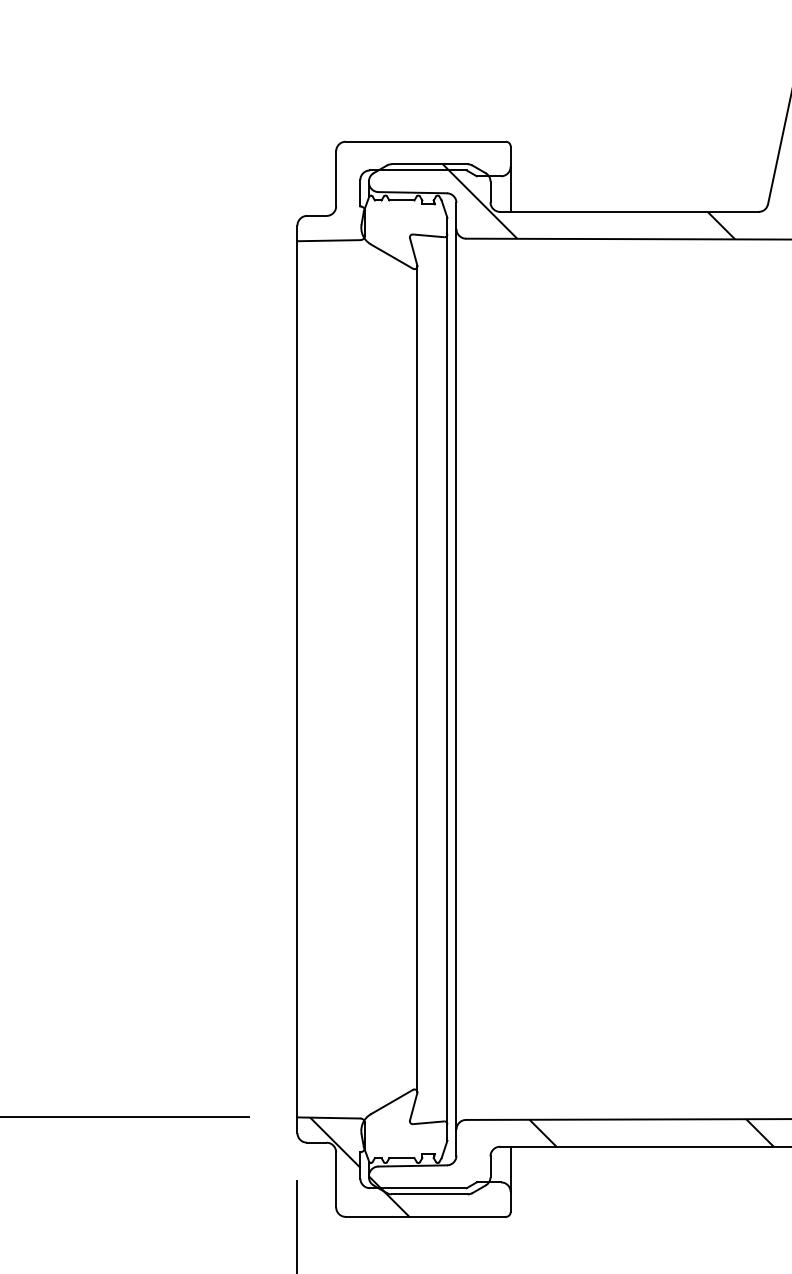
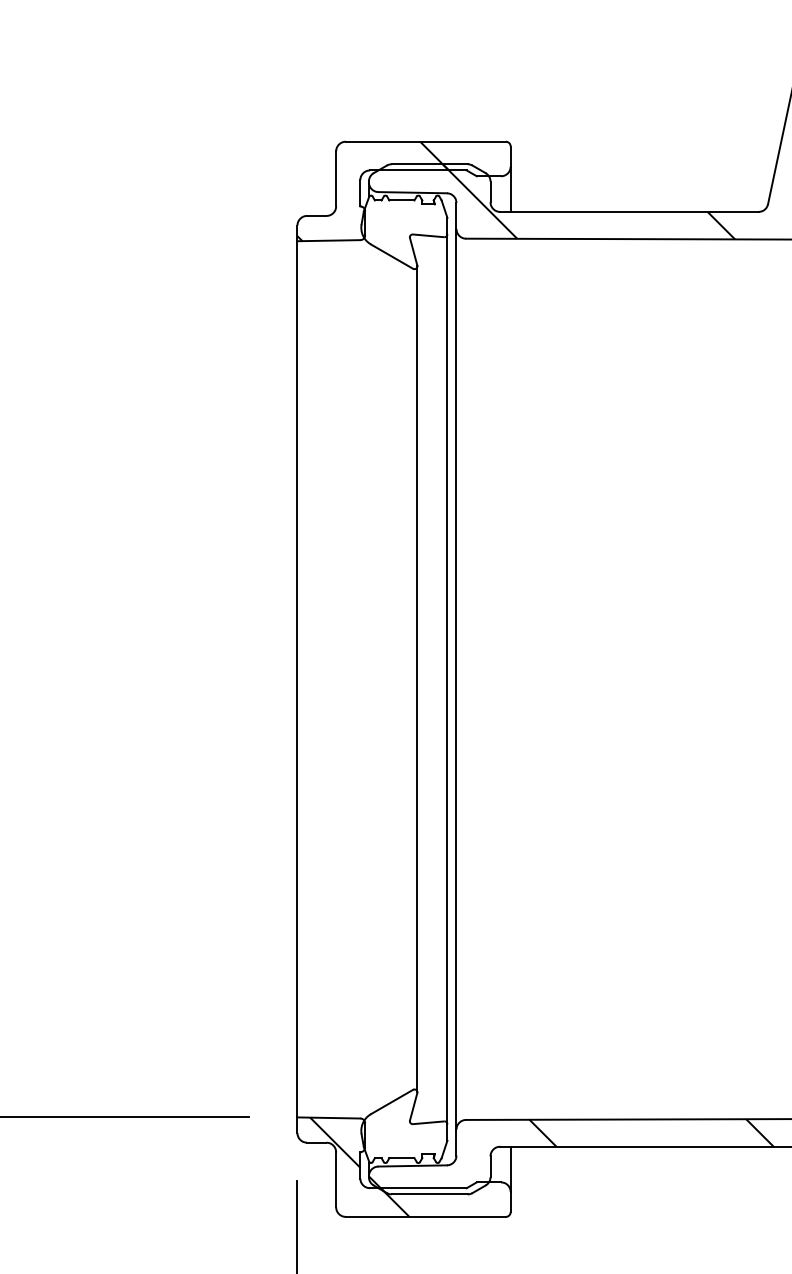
hatch at (372, 191): none -> present
